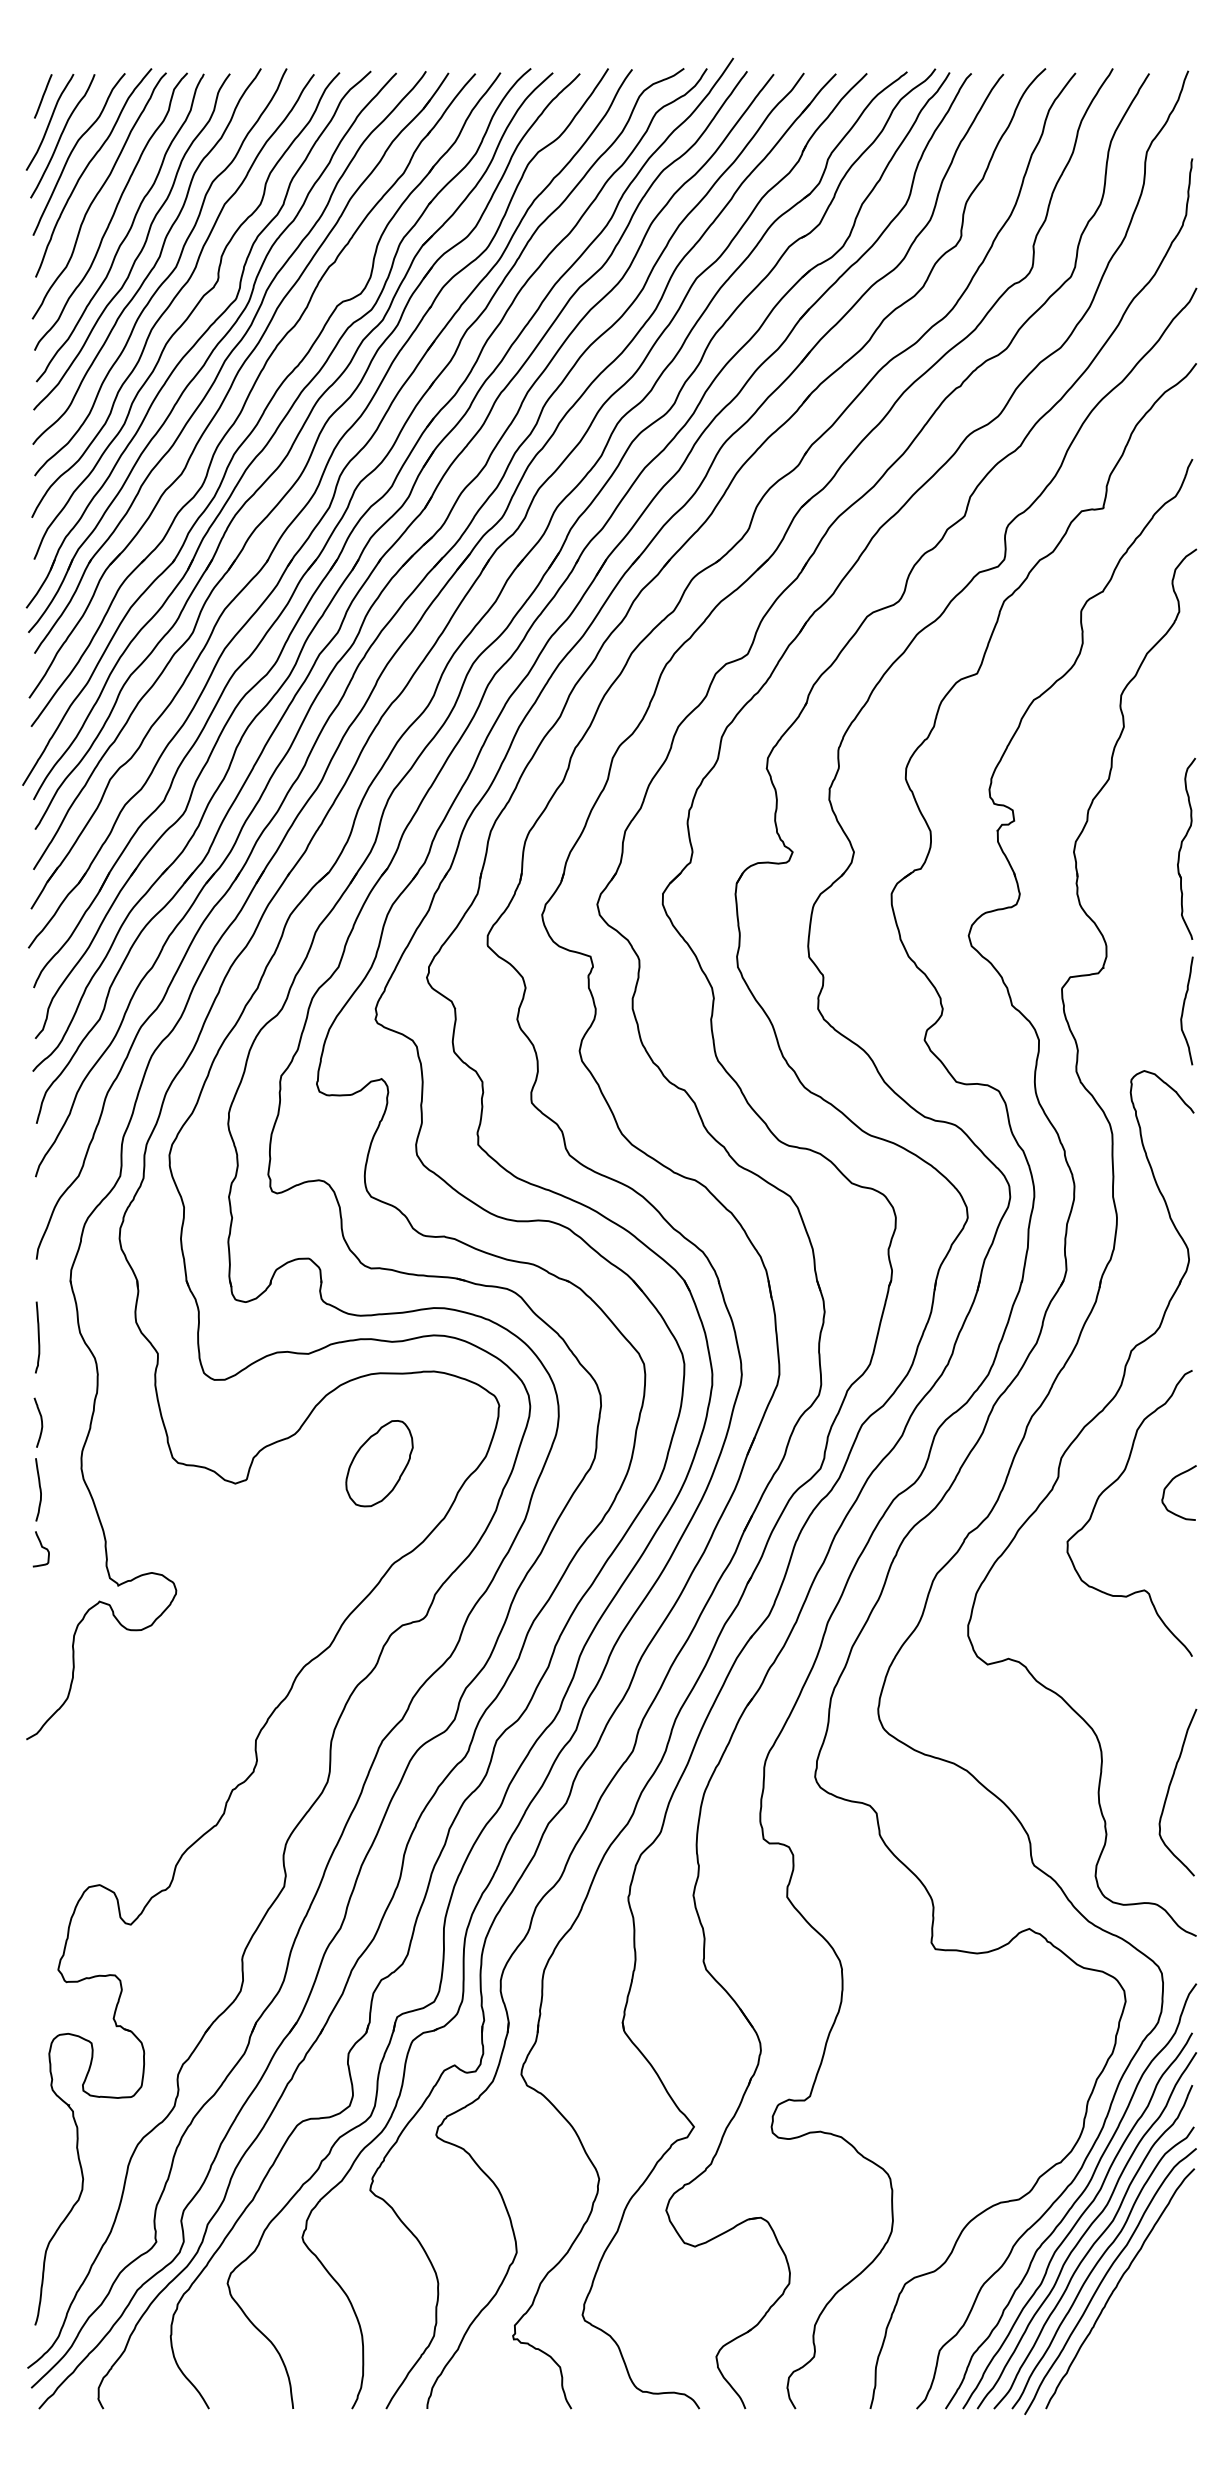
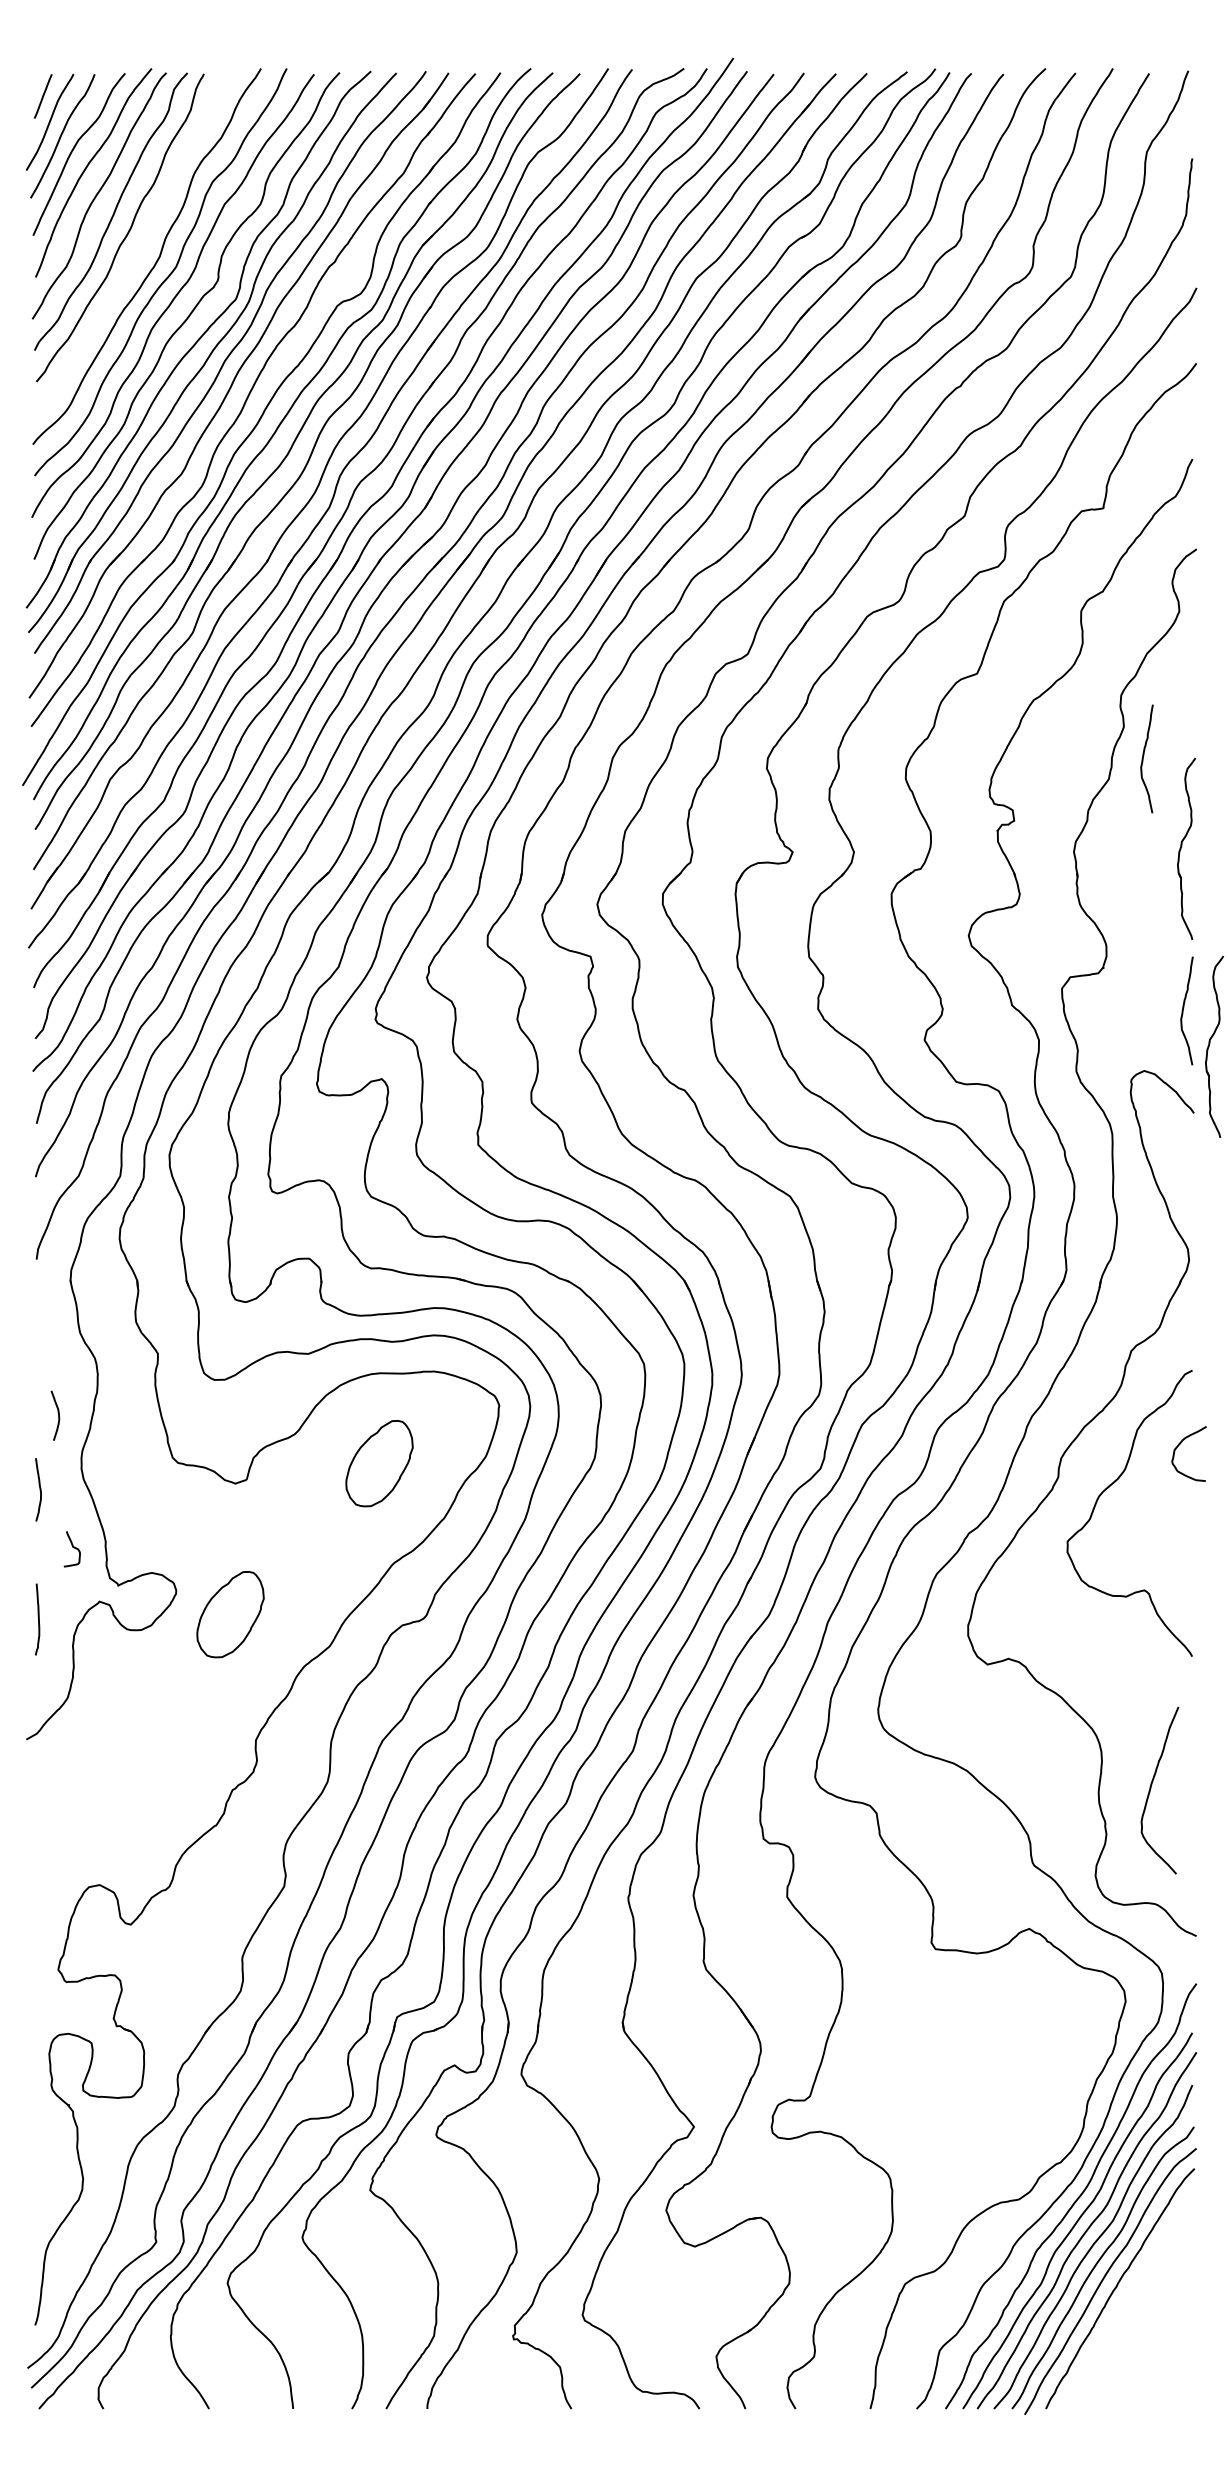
curve at (142, 246): present -> none
curve at (1143, 758): none -> present
part at (1214, 1046): none -> present
curve at (38, 1337) position: (38, 1337) -> (38, 1619)
curve at (41, 1422) position: (41, 1422) -> (58, 1415)
curve at (1170, 1483) position: (1170, 1483) -> (1180, 1444)
curve at (41, 1547) position: (41, 1547) -> (72, 1547)
part at (230, 1614): none -> present
curve at (1169, 1790) position: (1169, 1790) -> (1151, 1788)
